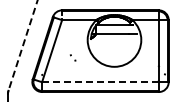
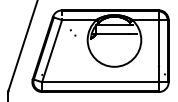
line at (23, 45): dashed -> solid
part at (73, 57) position: (73, 57) -> (73, 32)
line at (101, 82): dashed -> solid
